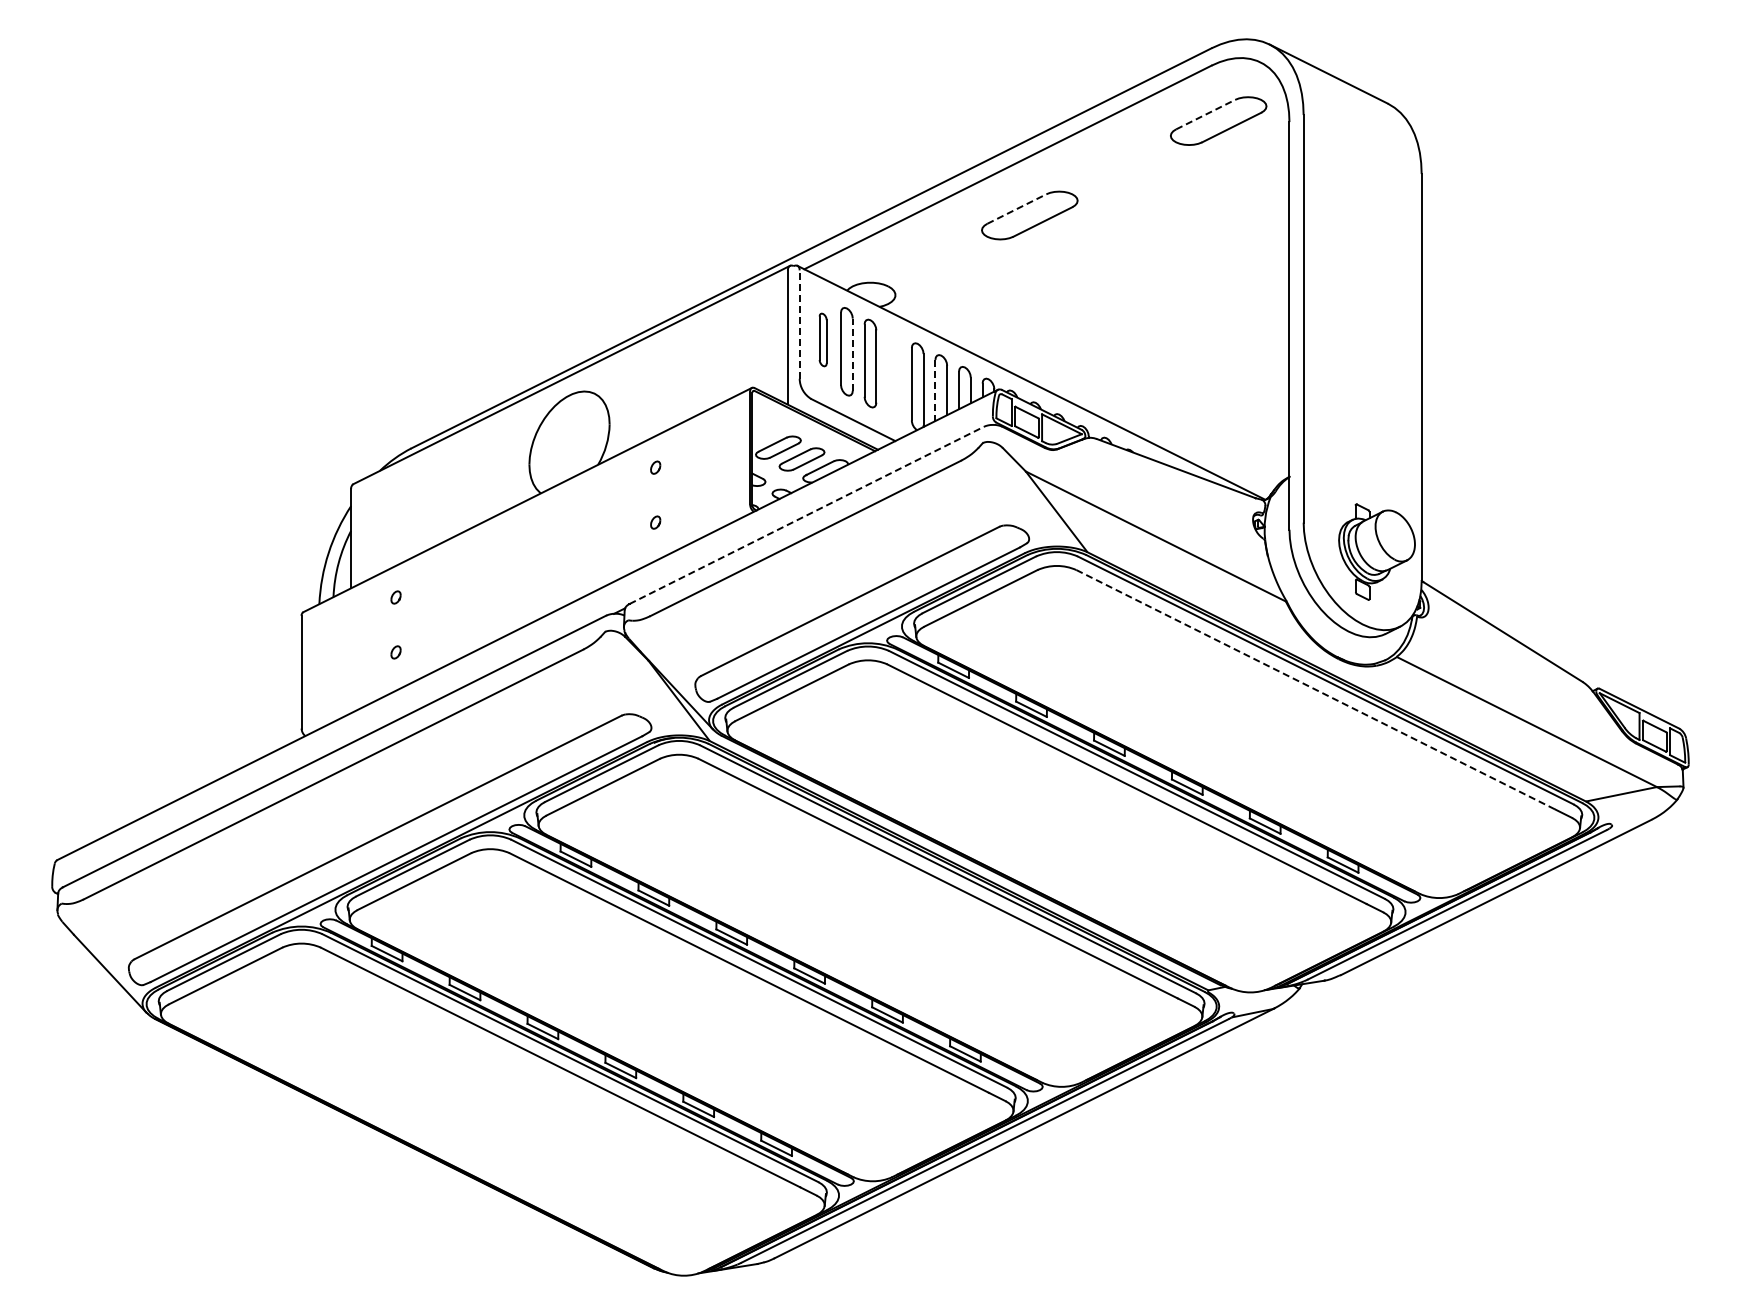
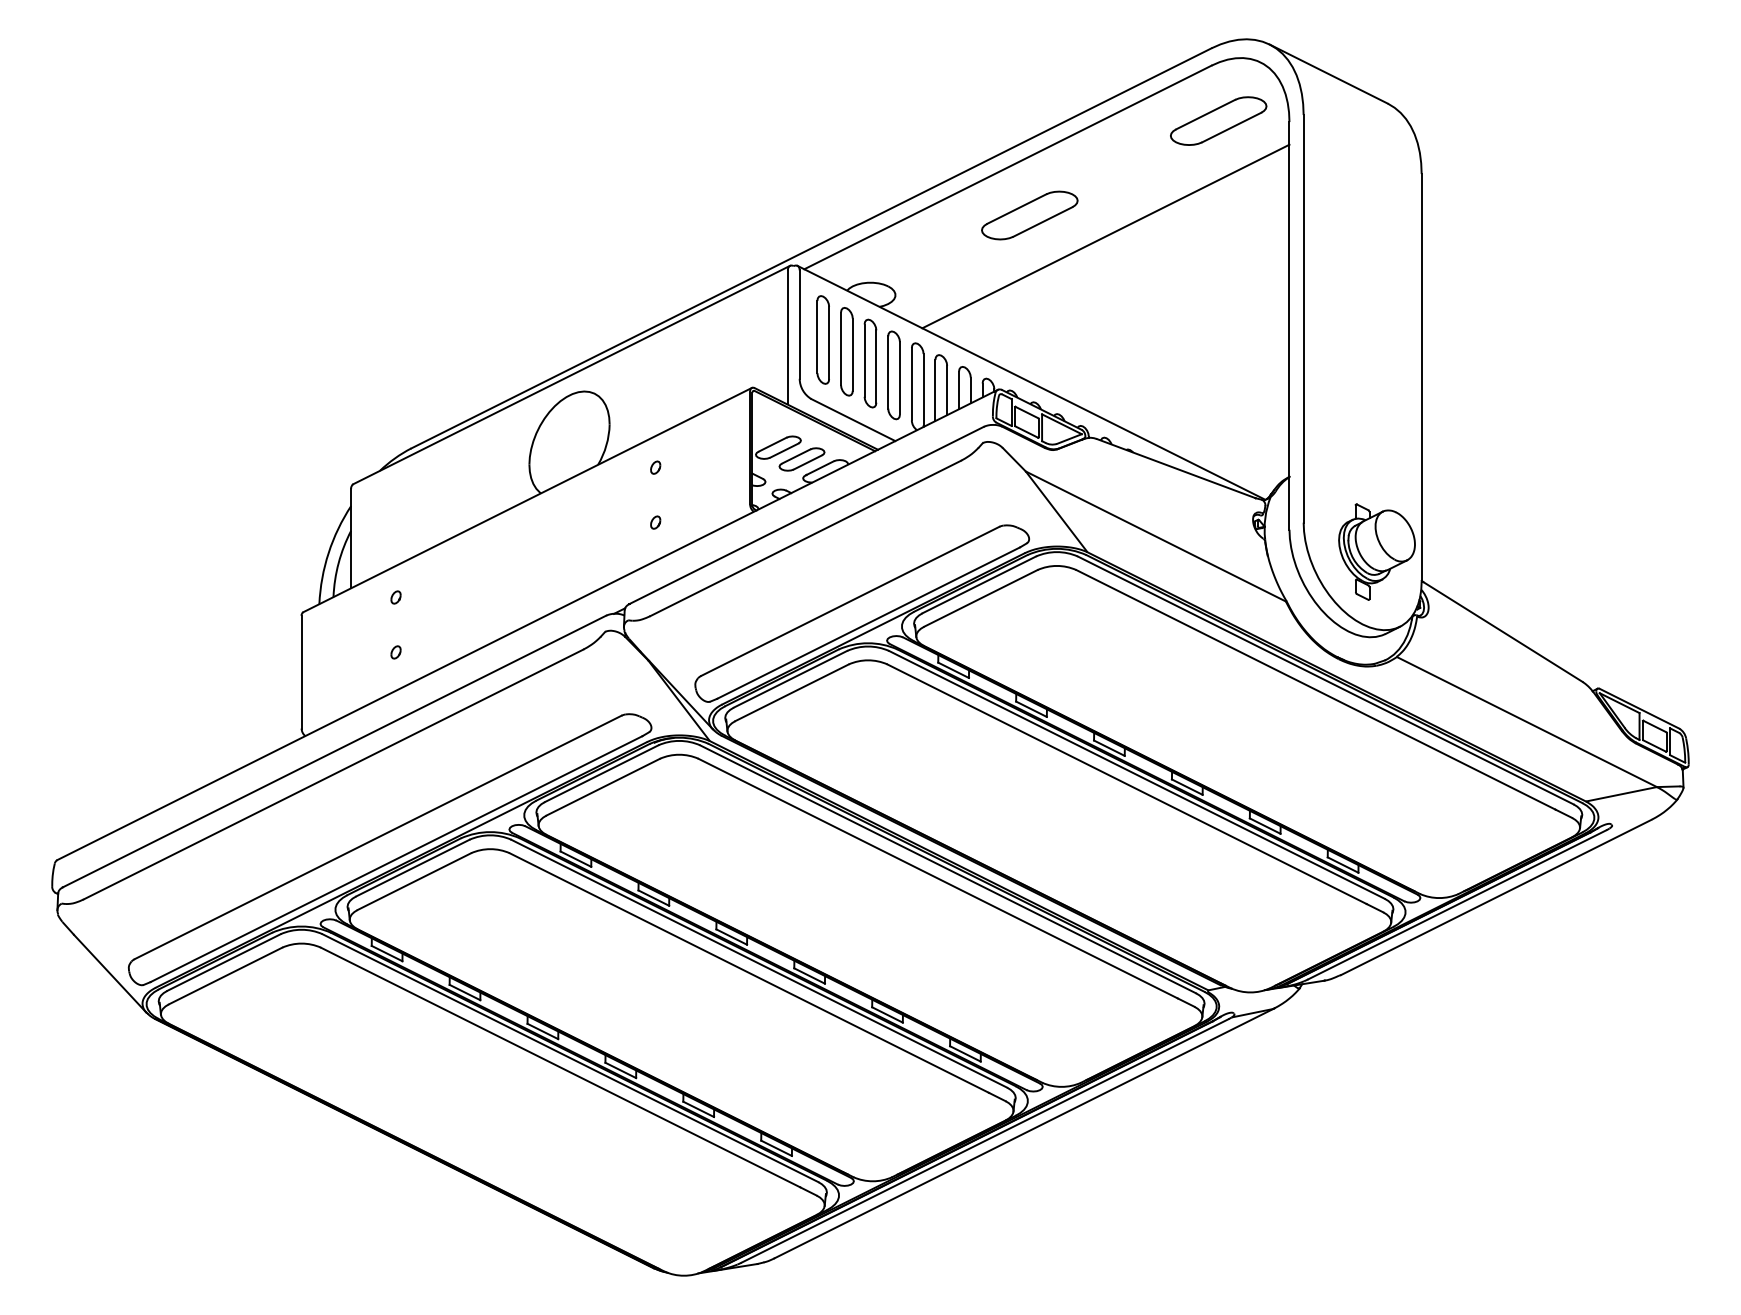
line at (1205, 114): dashed -> solid
line at (1016, 209): dashed -> solid
line at (1105, 236): none -> present
line at (799, 324): dashed -> solid
part at (822, 339) size: 10x56 px -> 14x90 px
line at (852, 354): dashed -> solid
part at (893, 375): none -> present
line at (935, 390): dashed -> solid
line at (807, 515): dashed -> solid
line at (1315, 689): dashed -> solid
